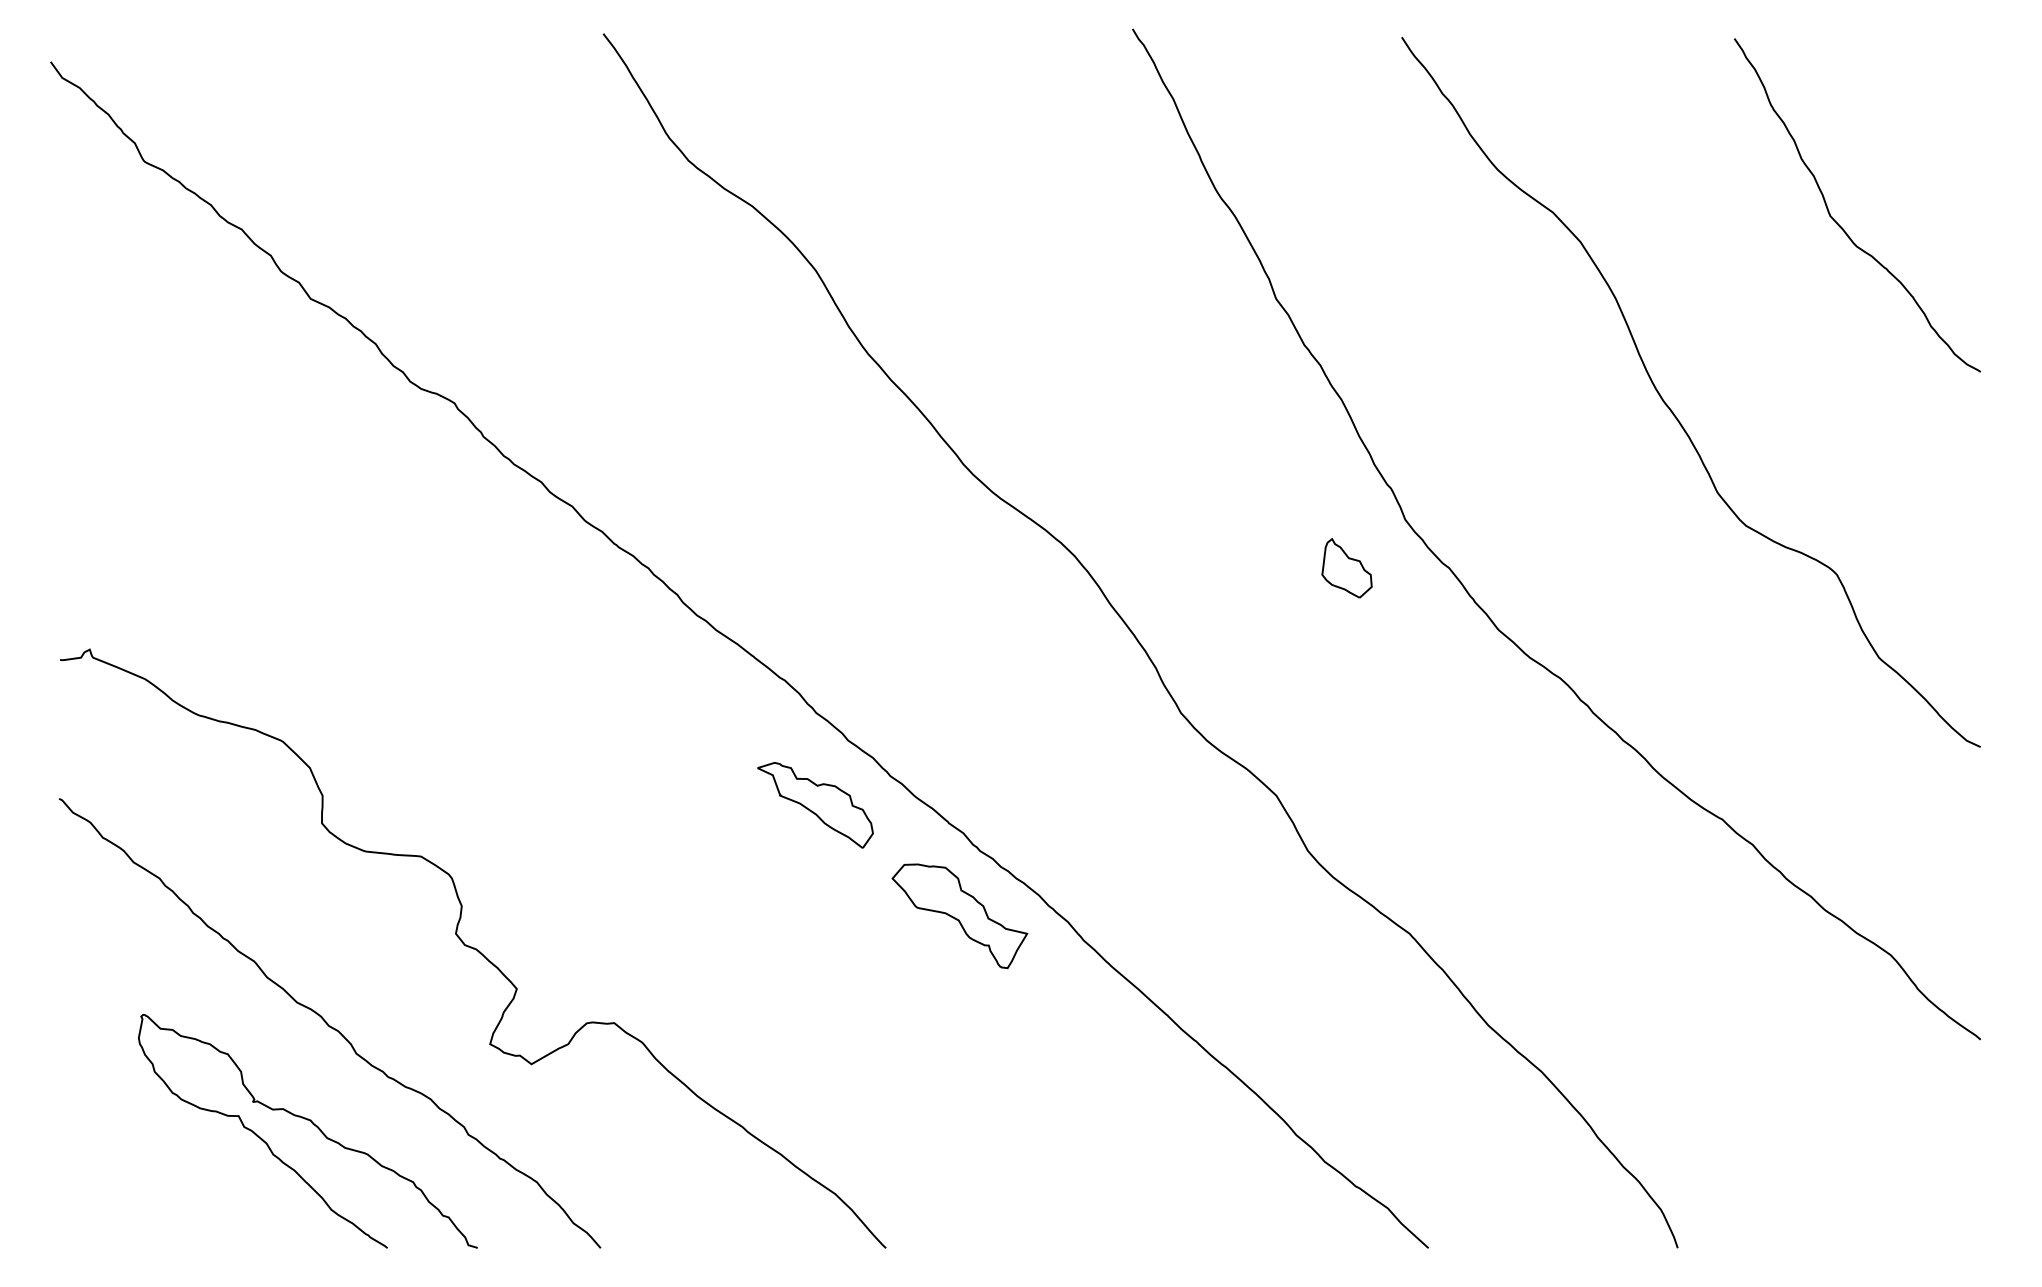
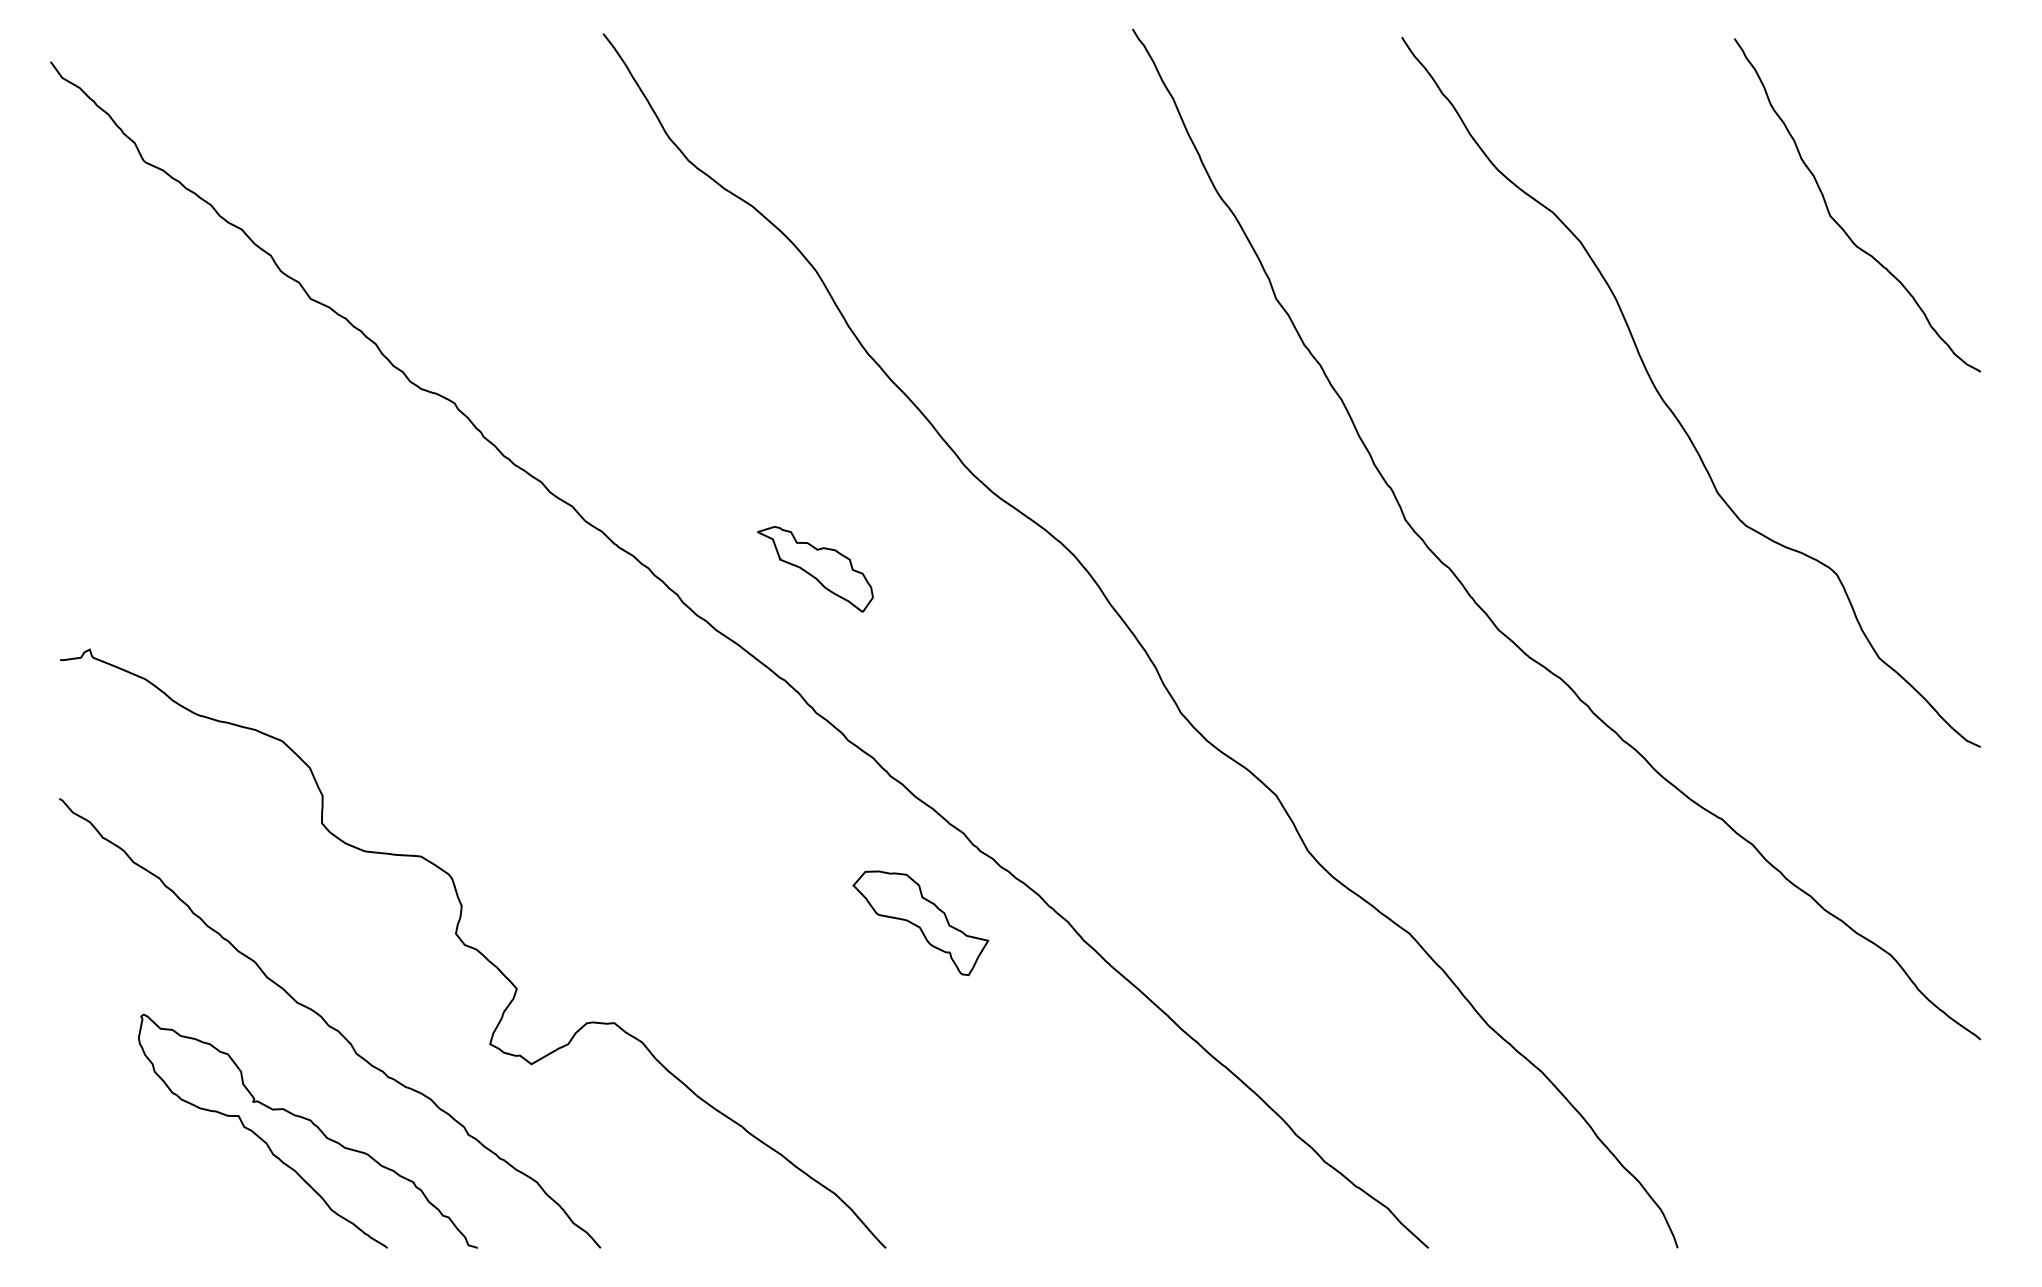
part at (1346, 567): present -> none
part at (815, 805) position: (815, 805) -> (815, 569)
part at (959, 916) position: (959, 916) -> (920, 923)
